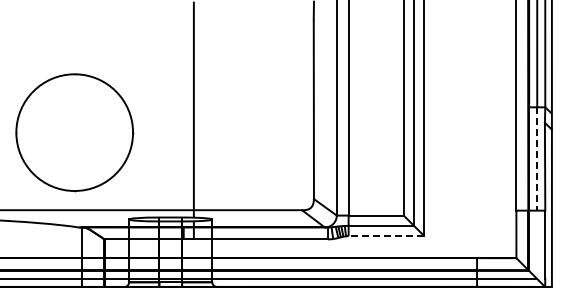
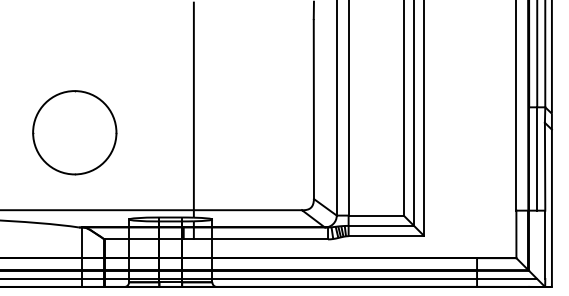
circle at (74, 132) size: 120x120 px -> 86x86 px
line at (537, 159): dashed -> solid
line at (386, 236): dashed -> solid
